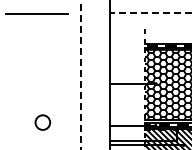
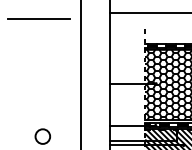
line at (150, 12): dashed -> solid
line at (36, 13) position: (36, 13) -> (38, 18)
line at (80, 74): dashed -> solid
circle at (42, 122) position: (42, 122) -> (42, 136)
